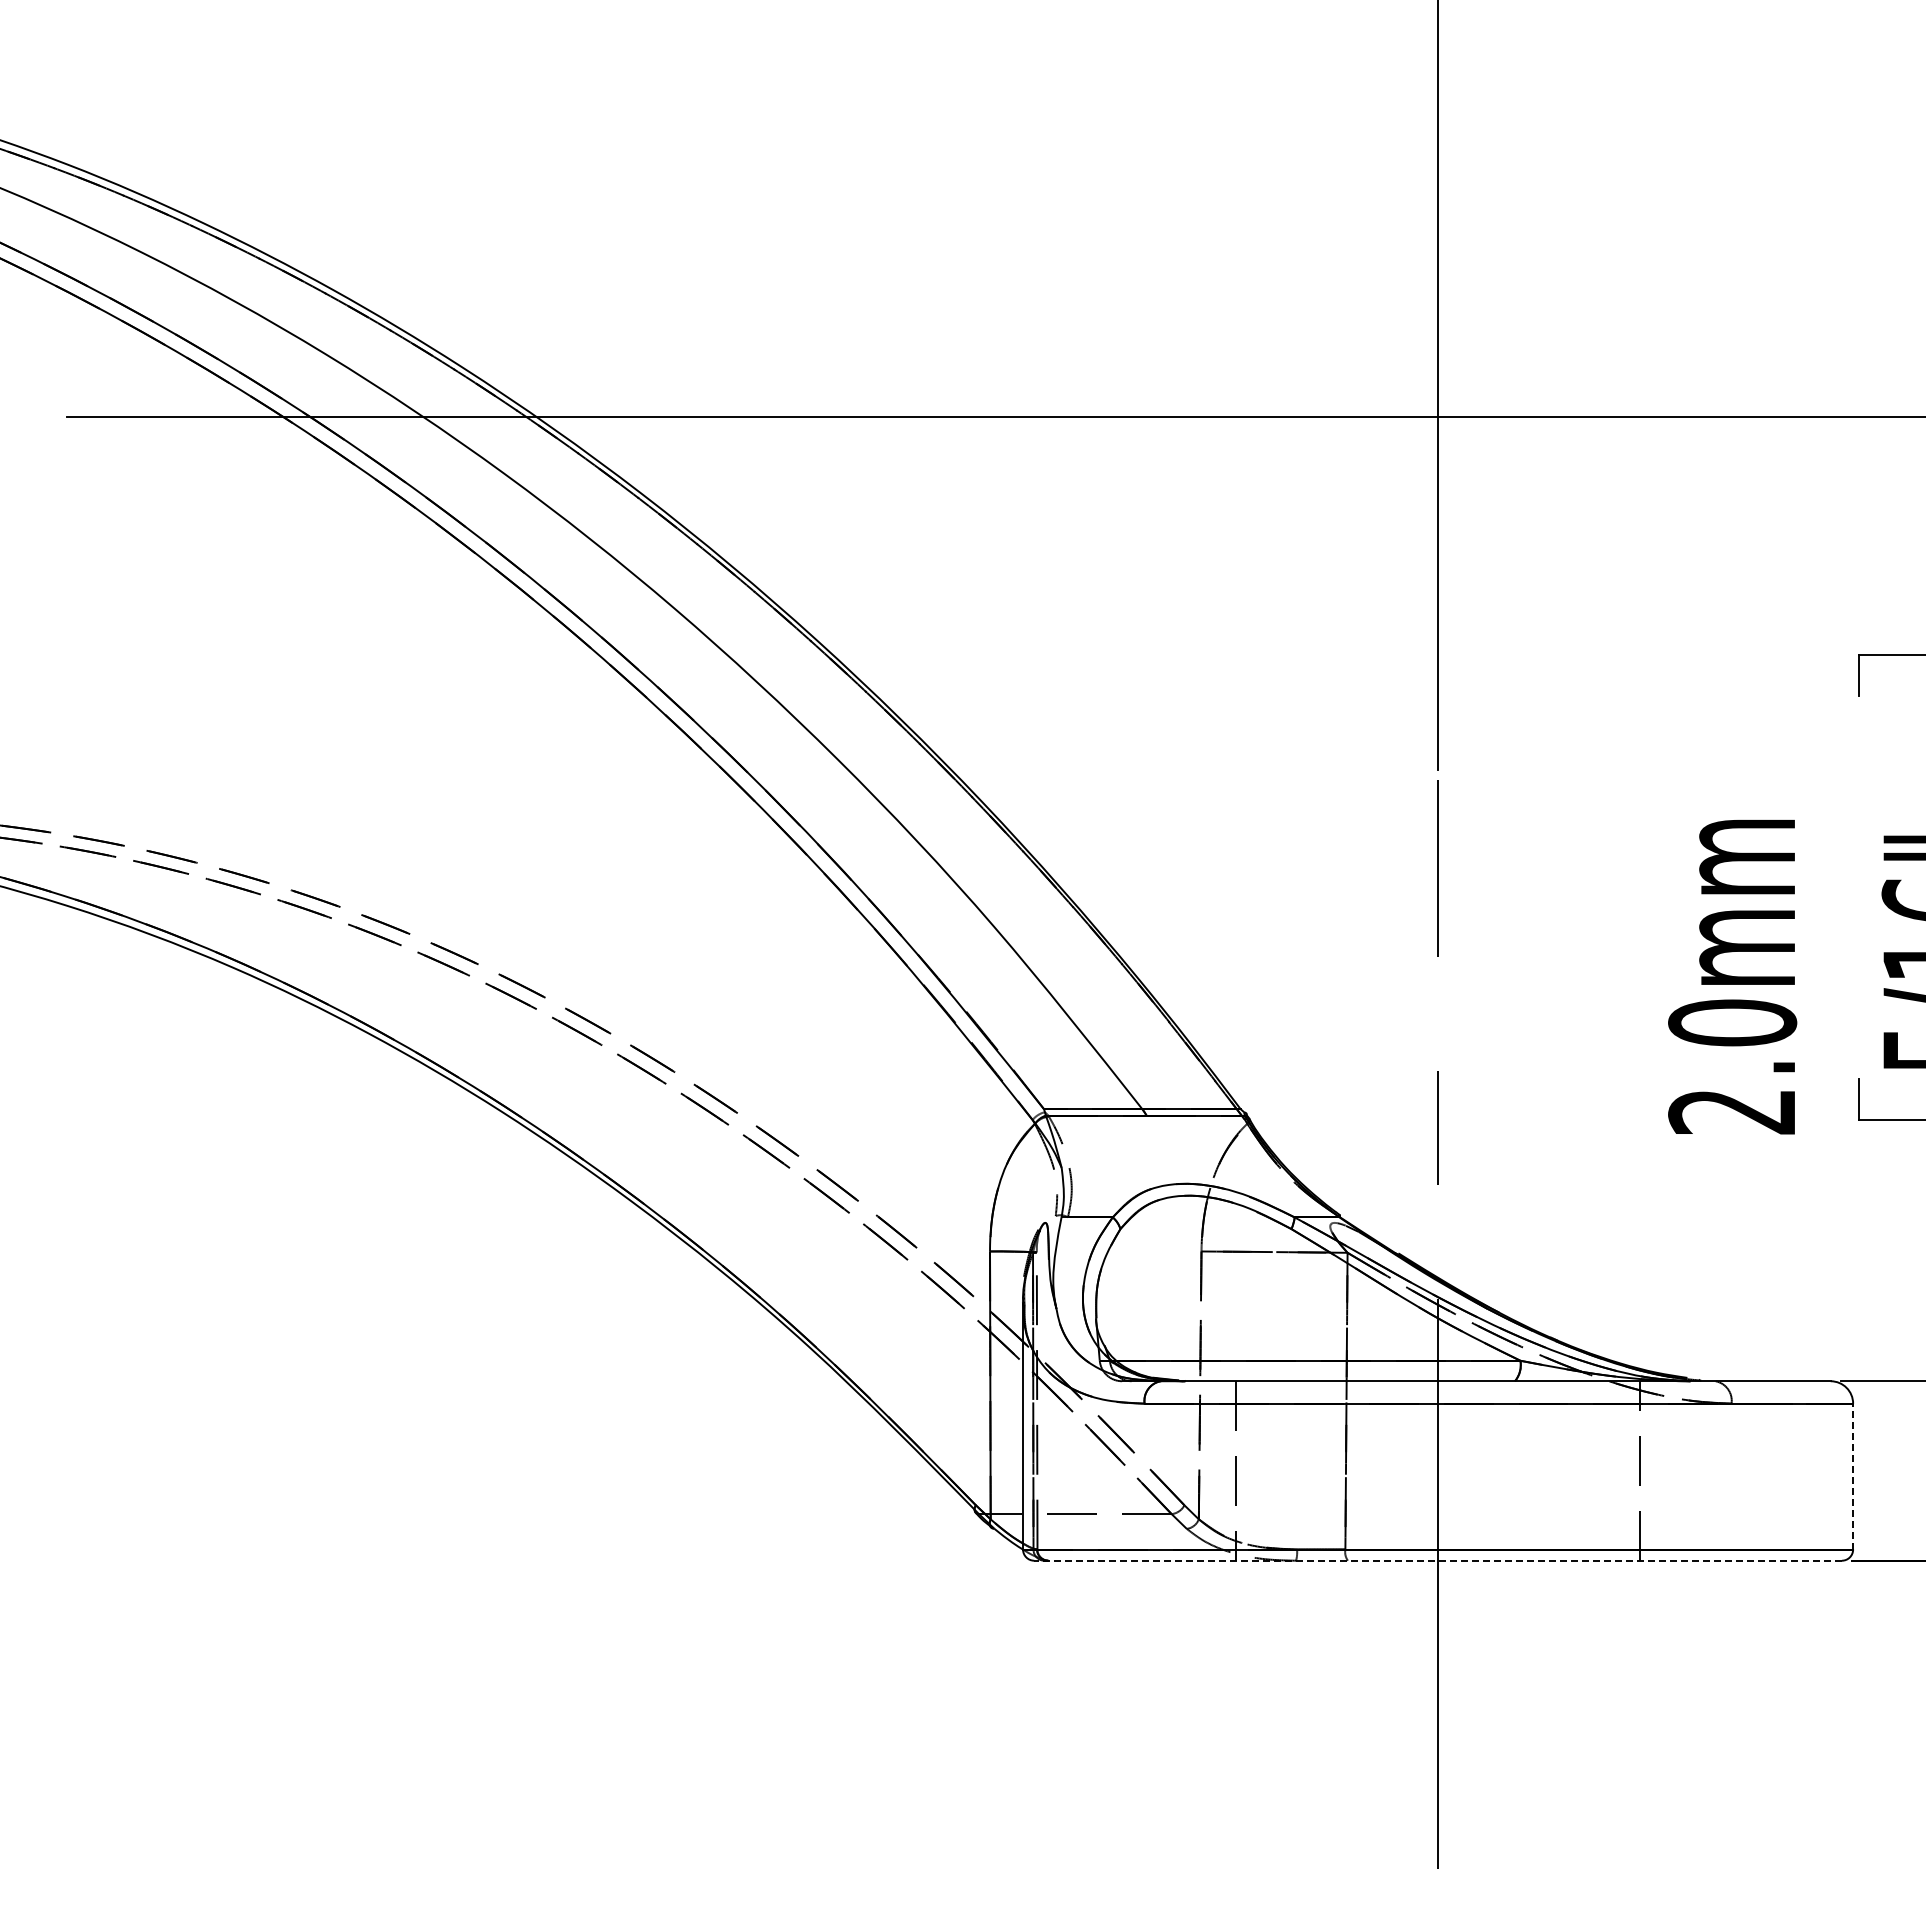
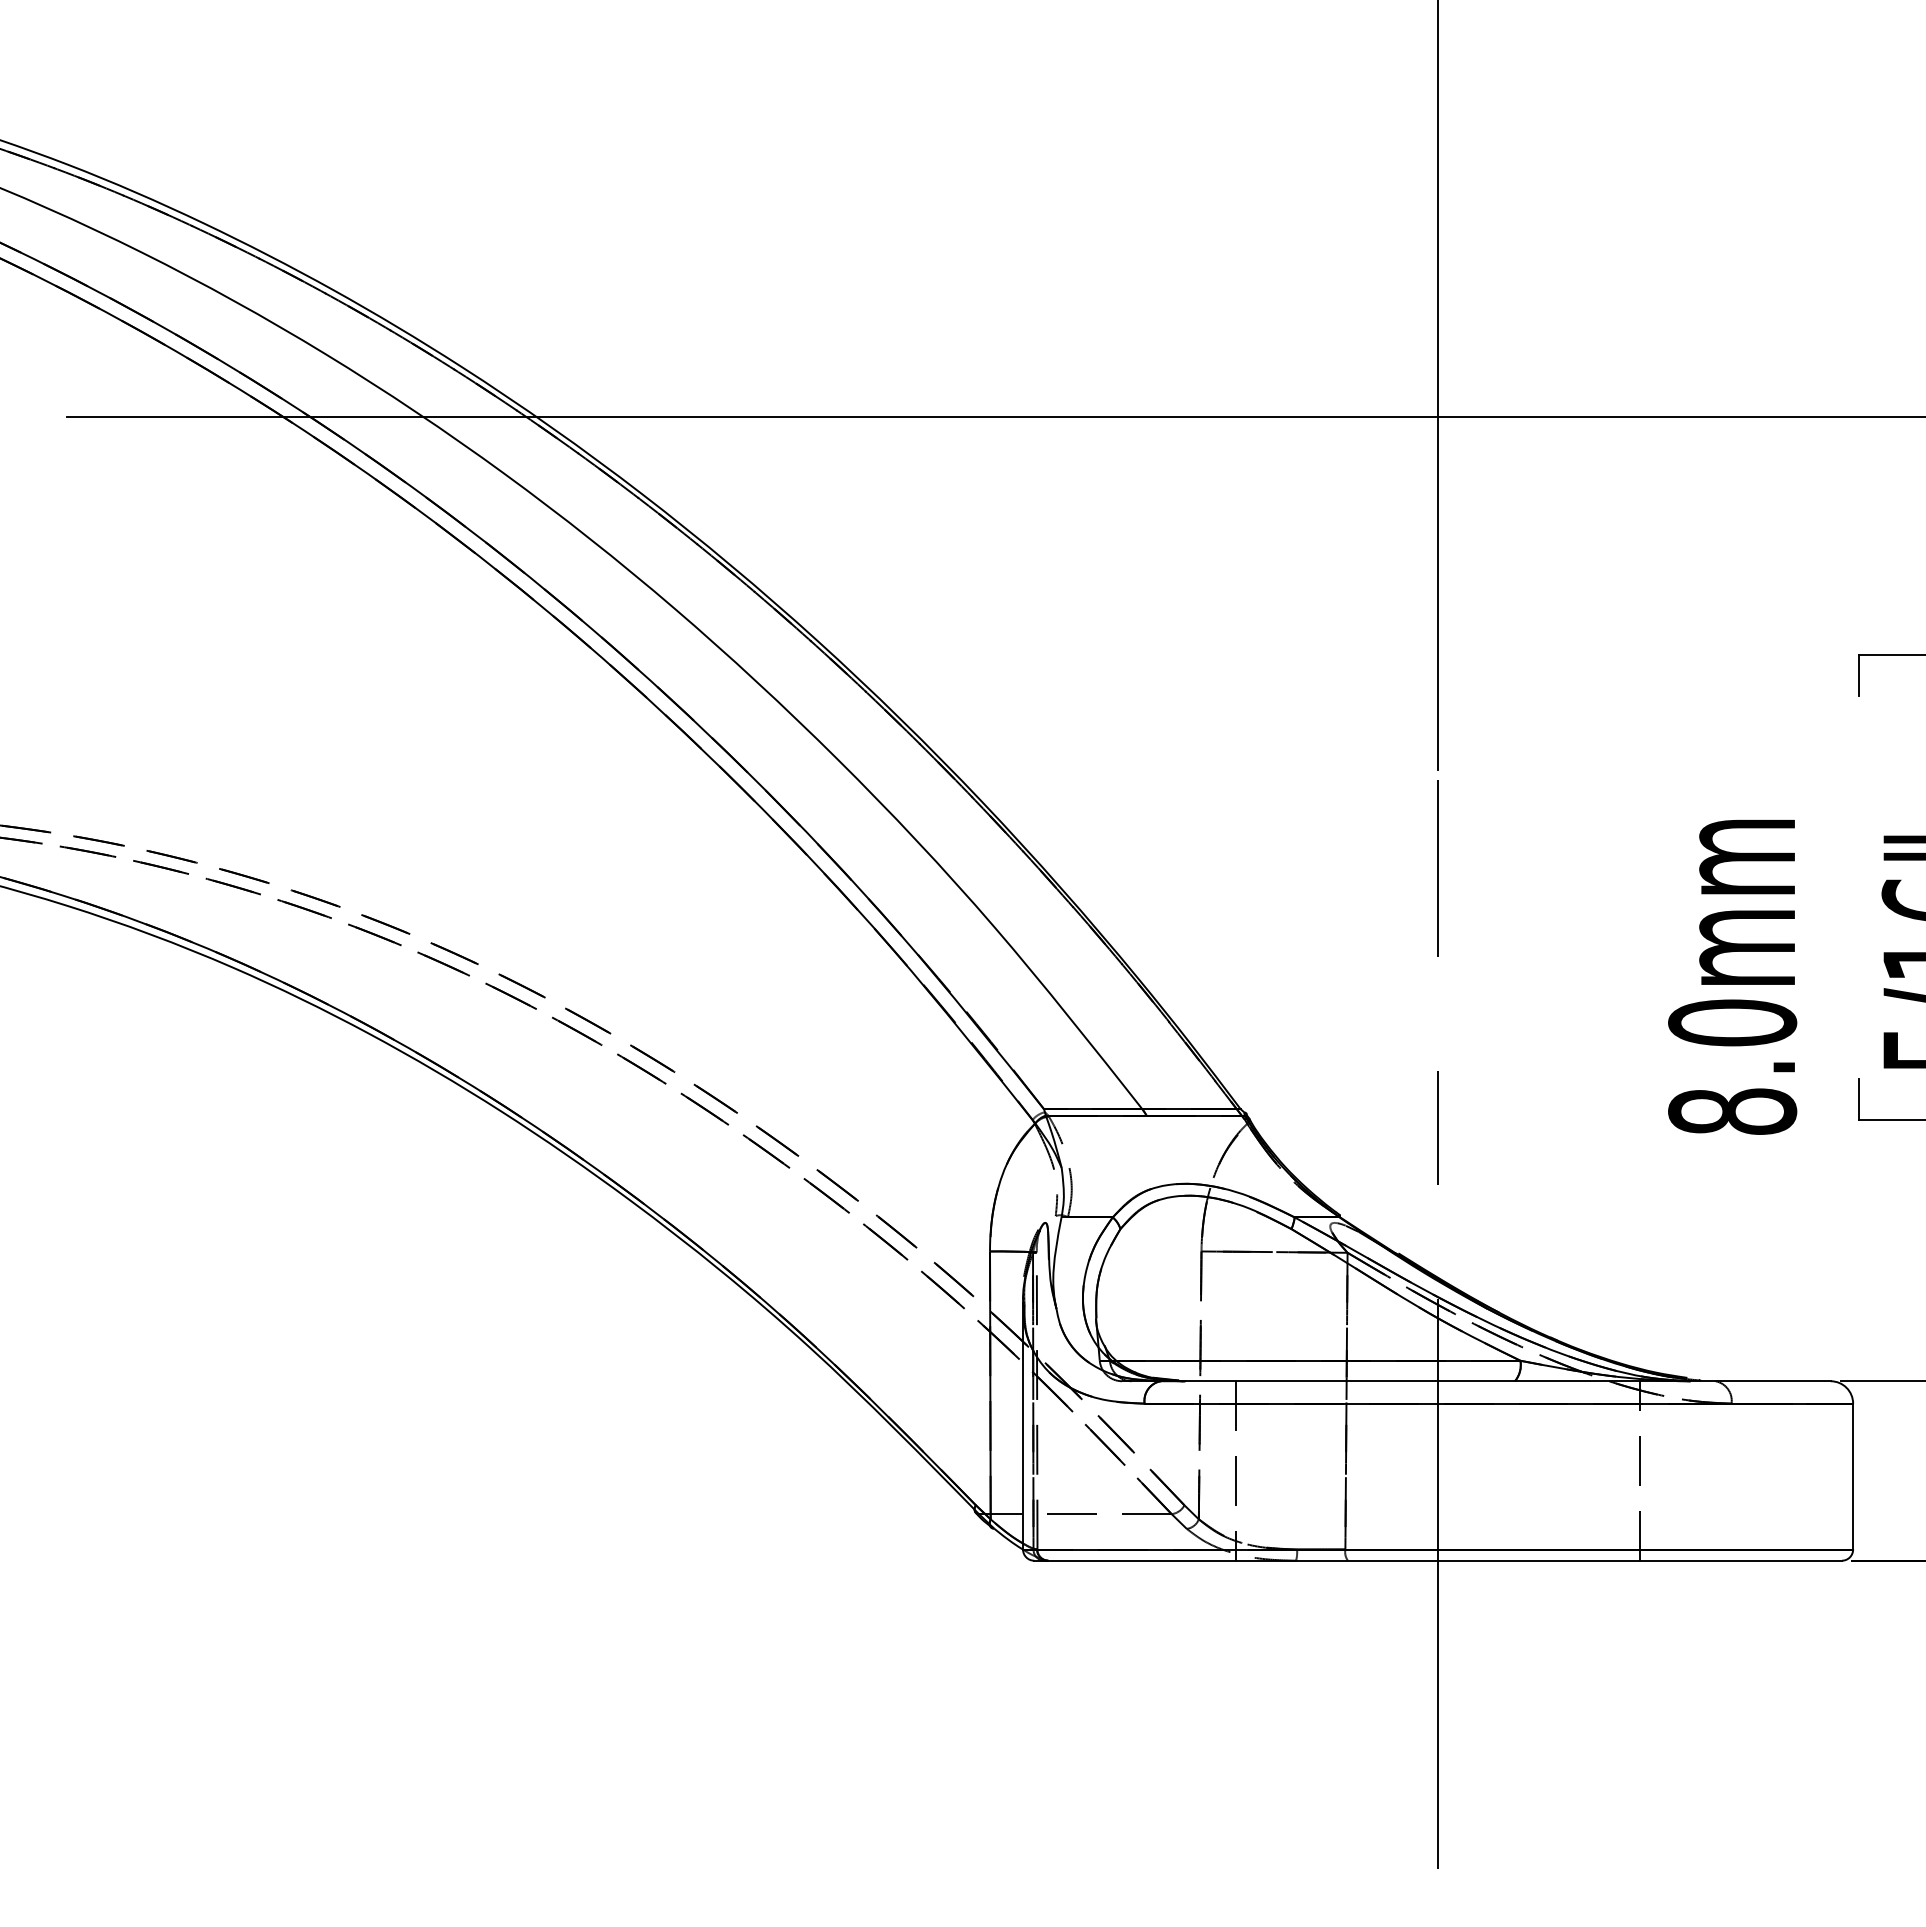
text at (1732, 1111): 2.0mm -> 8.0mm
line at (1853, 1476): dashed -> solid
line at (1438, 1560): dashed -> solid
